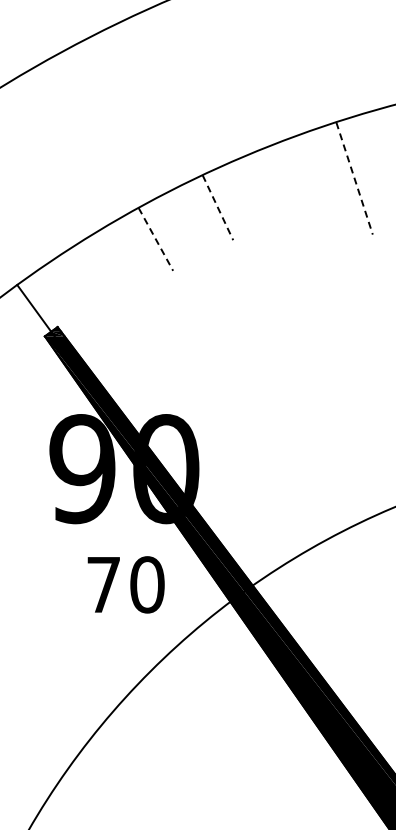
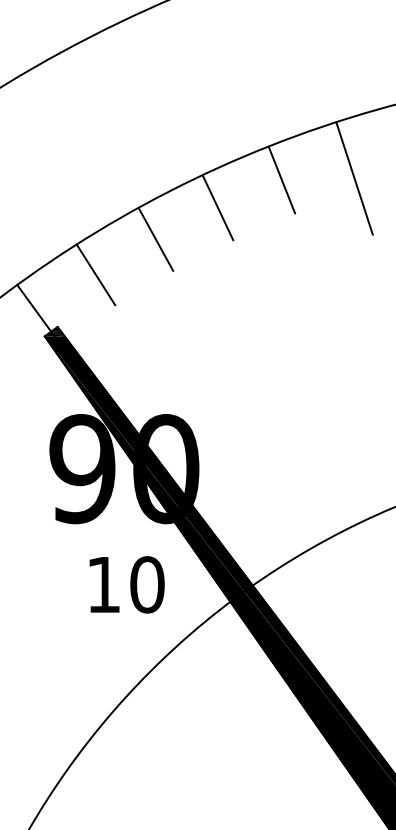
line at (354, 178): dashed -> solid
line at (281, 179): none -> present
line at (217, 207): dashed -> solid
line at (155, 239): dashed -> solid
line at (95, 274): none -> present
text at (103, 584): 70 -> 10
